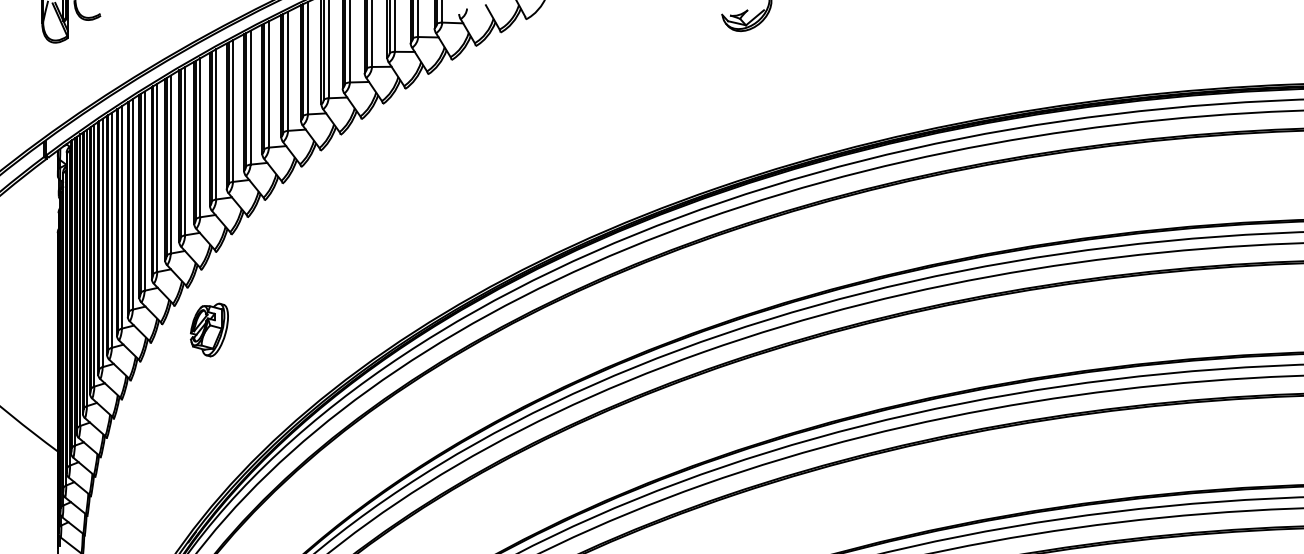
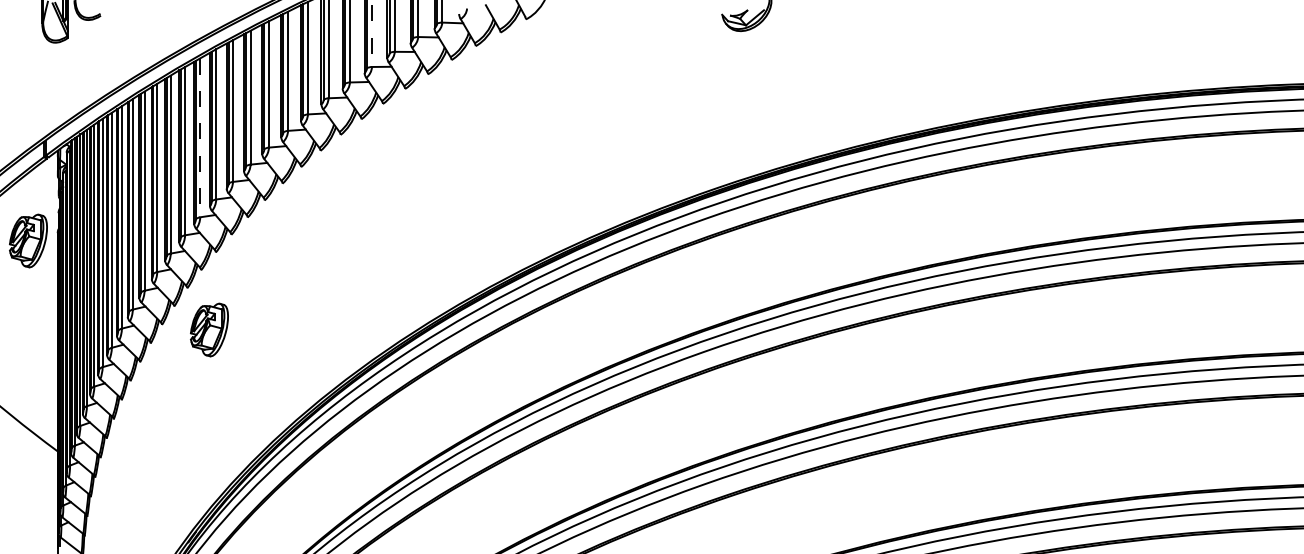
line at (371, 34): solid -> dashed
line at (200, 137): solid -> dashed
part at (28, 240): none -> present
